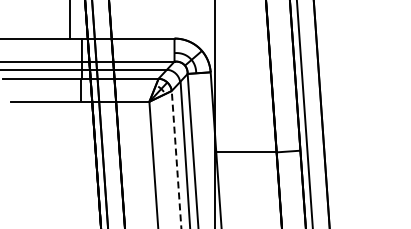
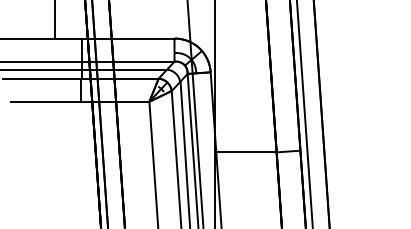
line at (70, 20) position: (70, 20) -> (55, 20)
line at (195, 113): none -> present
line at (176, 159): dashed -> solid
